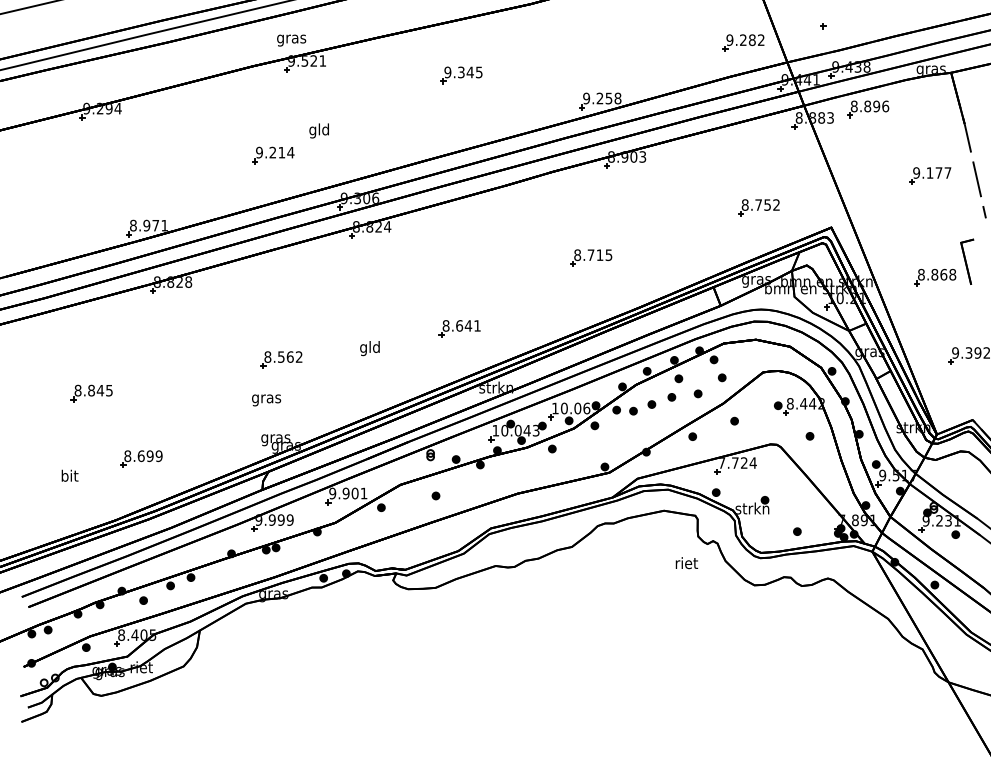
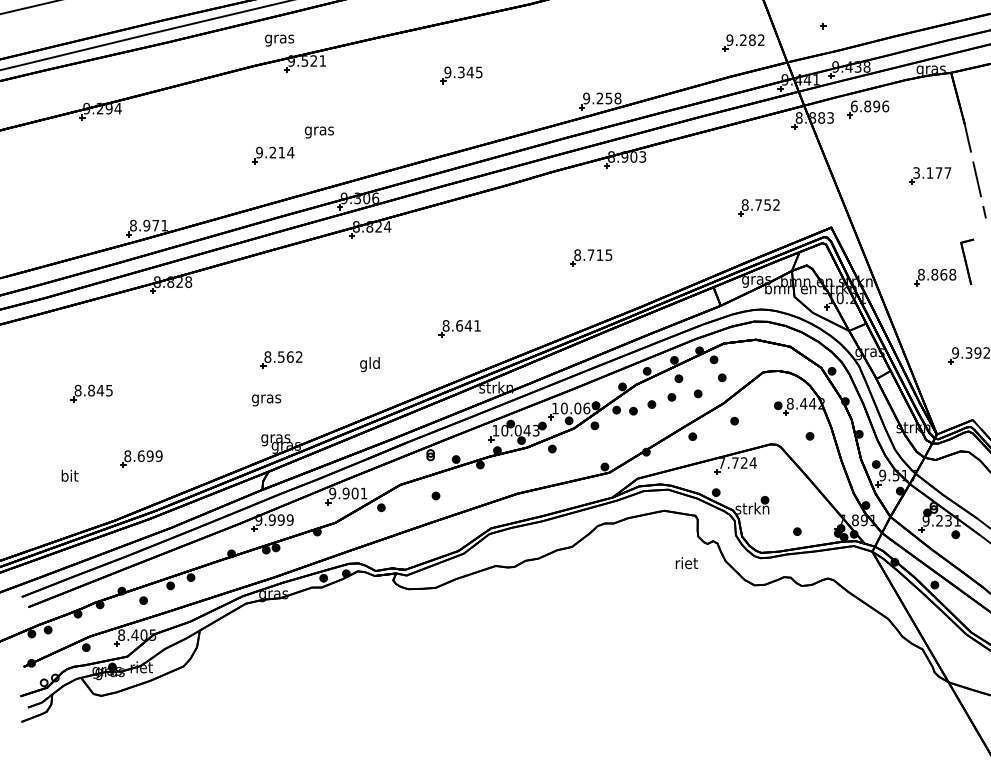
text at (291, 40) position: (291, 40) -> (279, 40)
text at (853, 106): 8.896 -> 6.896
text at (318, 130): gld -> gras
text at (916, 172): 9.177 -> 3.177
text at (369, 348) position: (369, 348) -> (369, 364)
